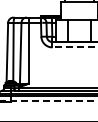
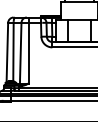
line at (74, 47): dashed -> solid
line at (48, 100): dashed -> solid
